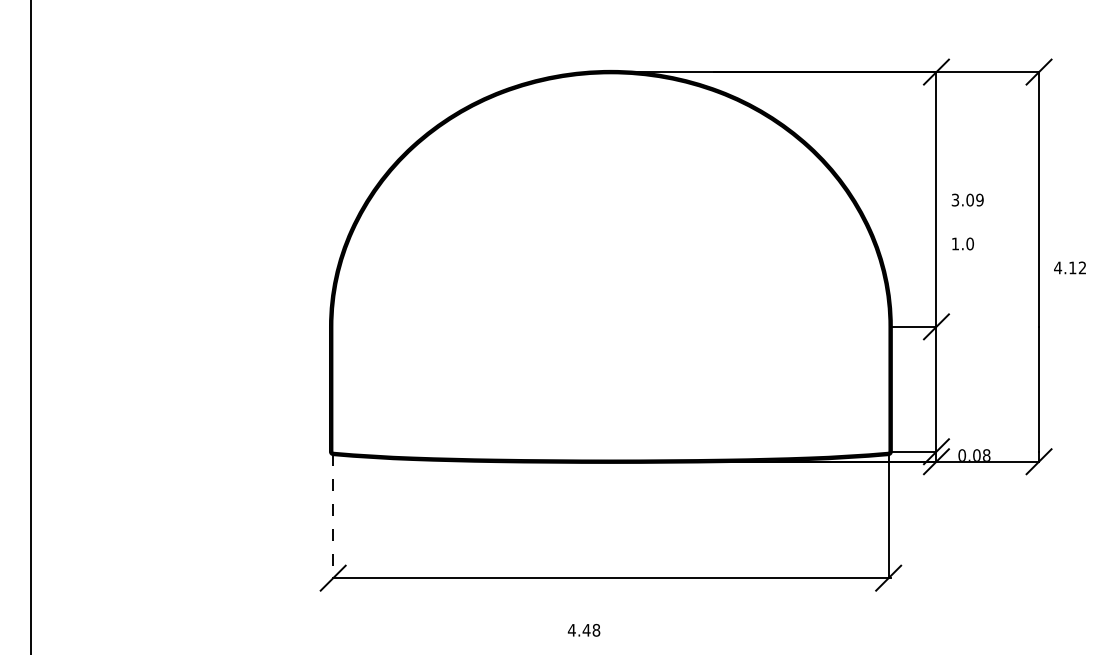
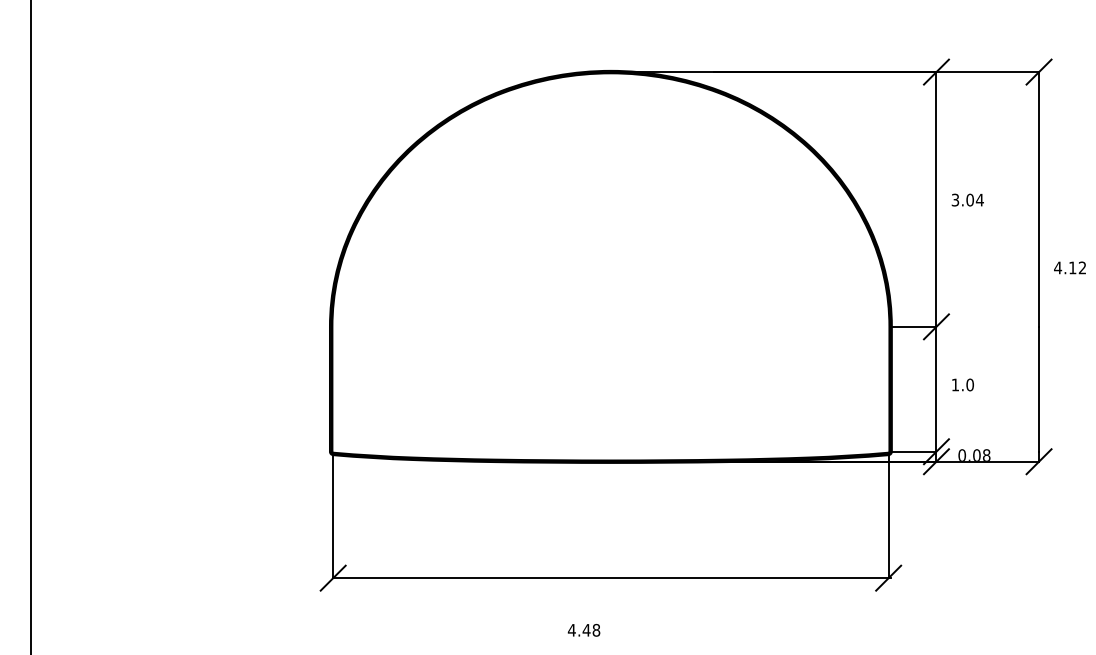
text at (979, 199): 3.09 -> 3.04
text at (962, 243) position: (962, 243) -> (962, 384)
line at (333, 516): dashed -> solid
